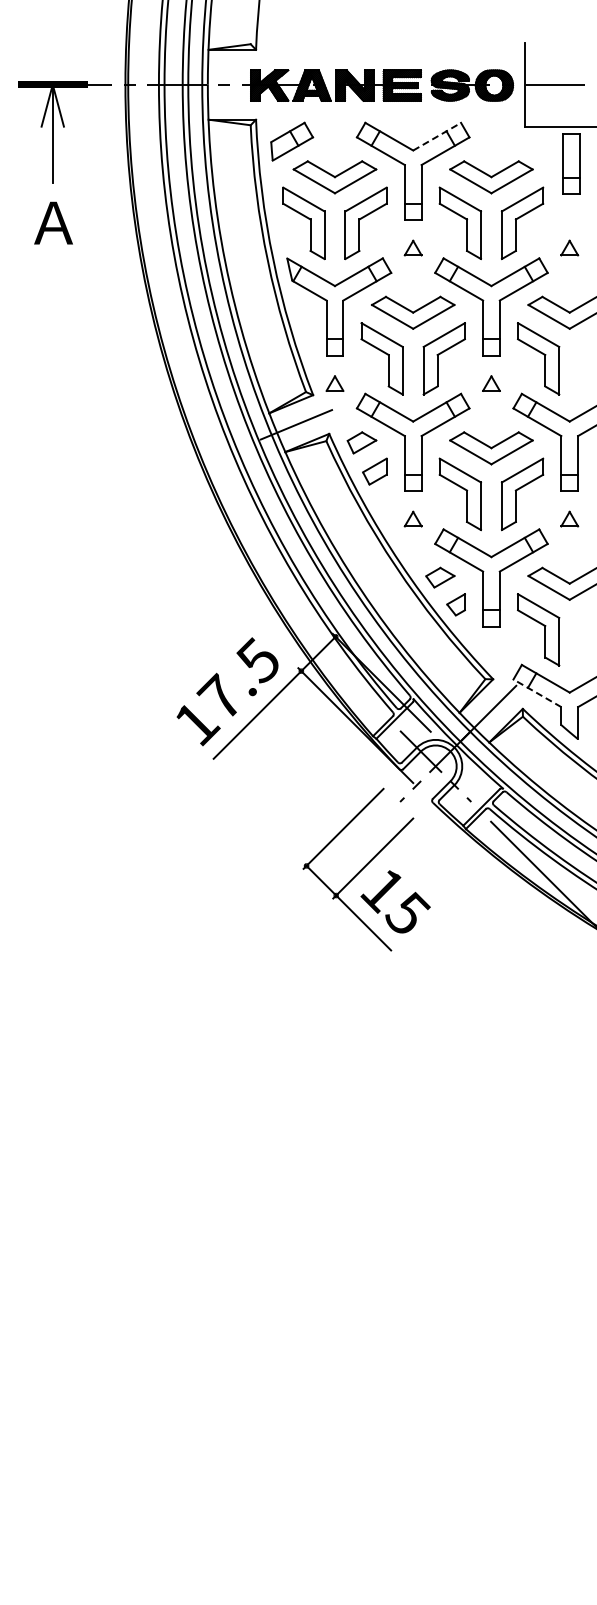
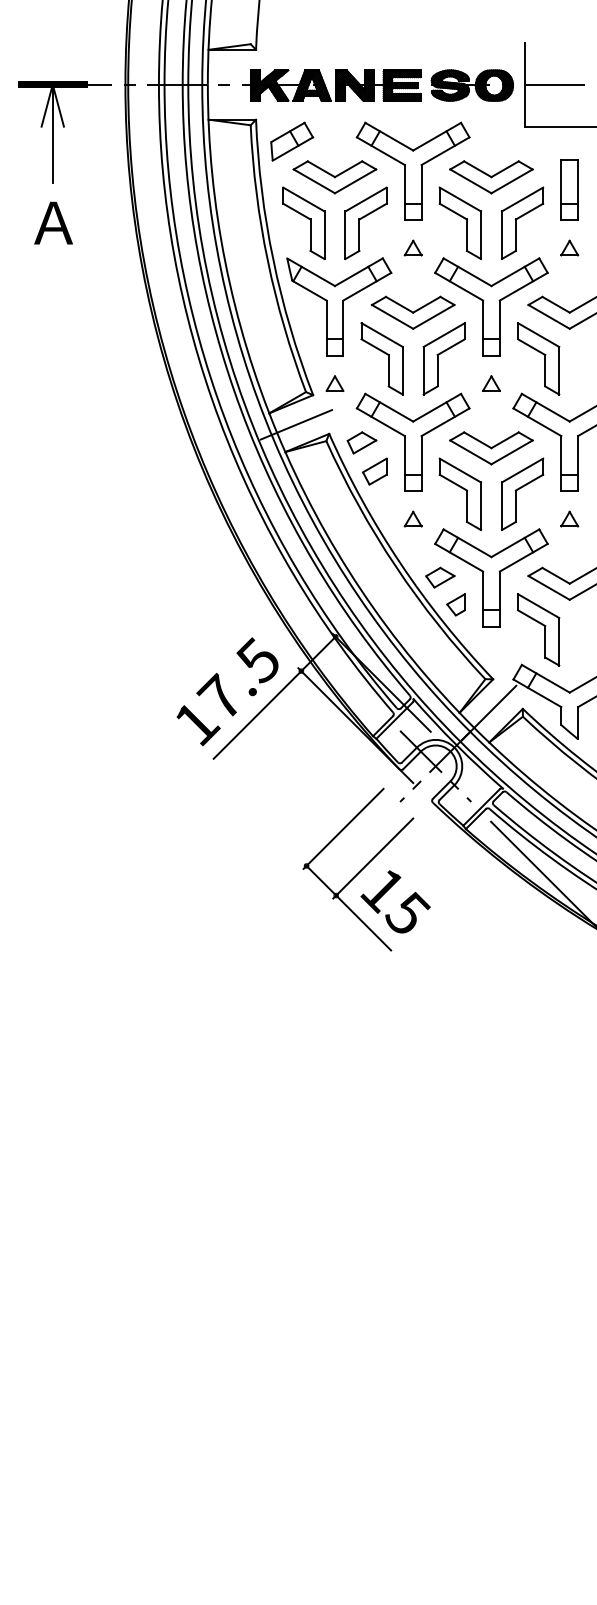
line at (437, 136): dashed -> solid
part at (571, 163) position: (571, 163) -> (569, 189)
line at (537, 693): dashed -> solid
